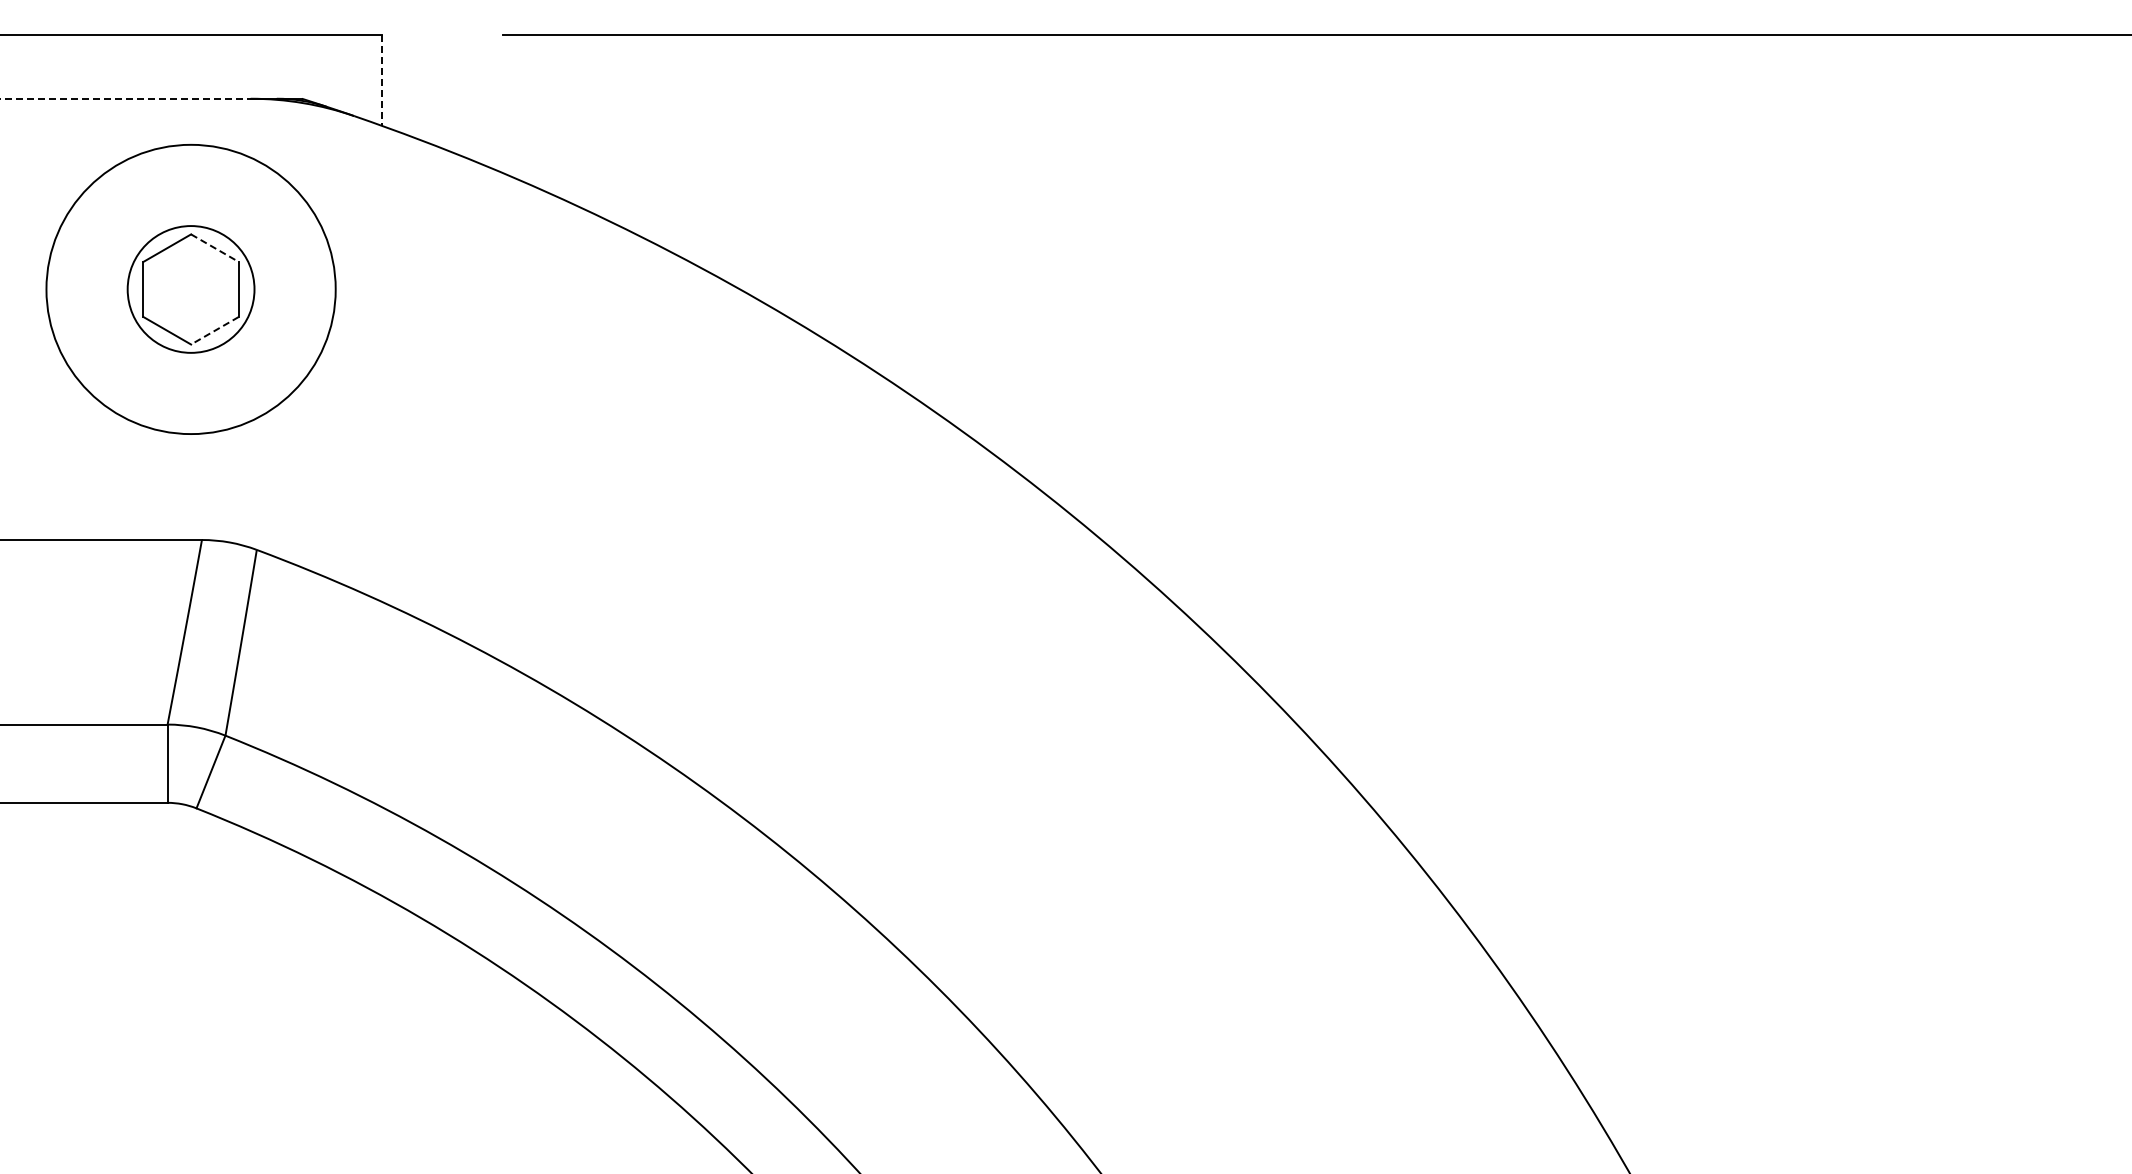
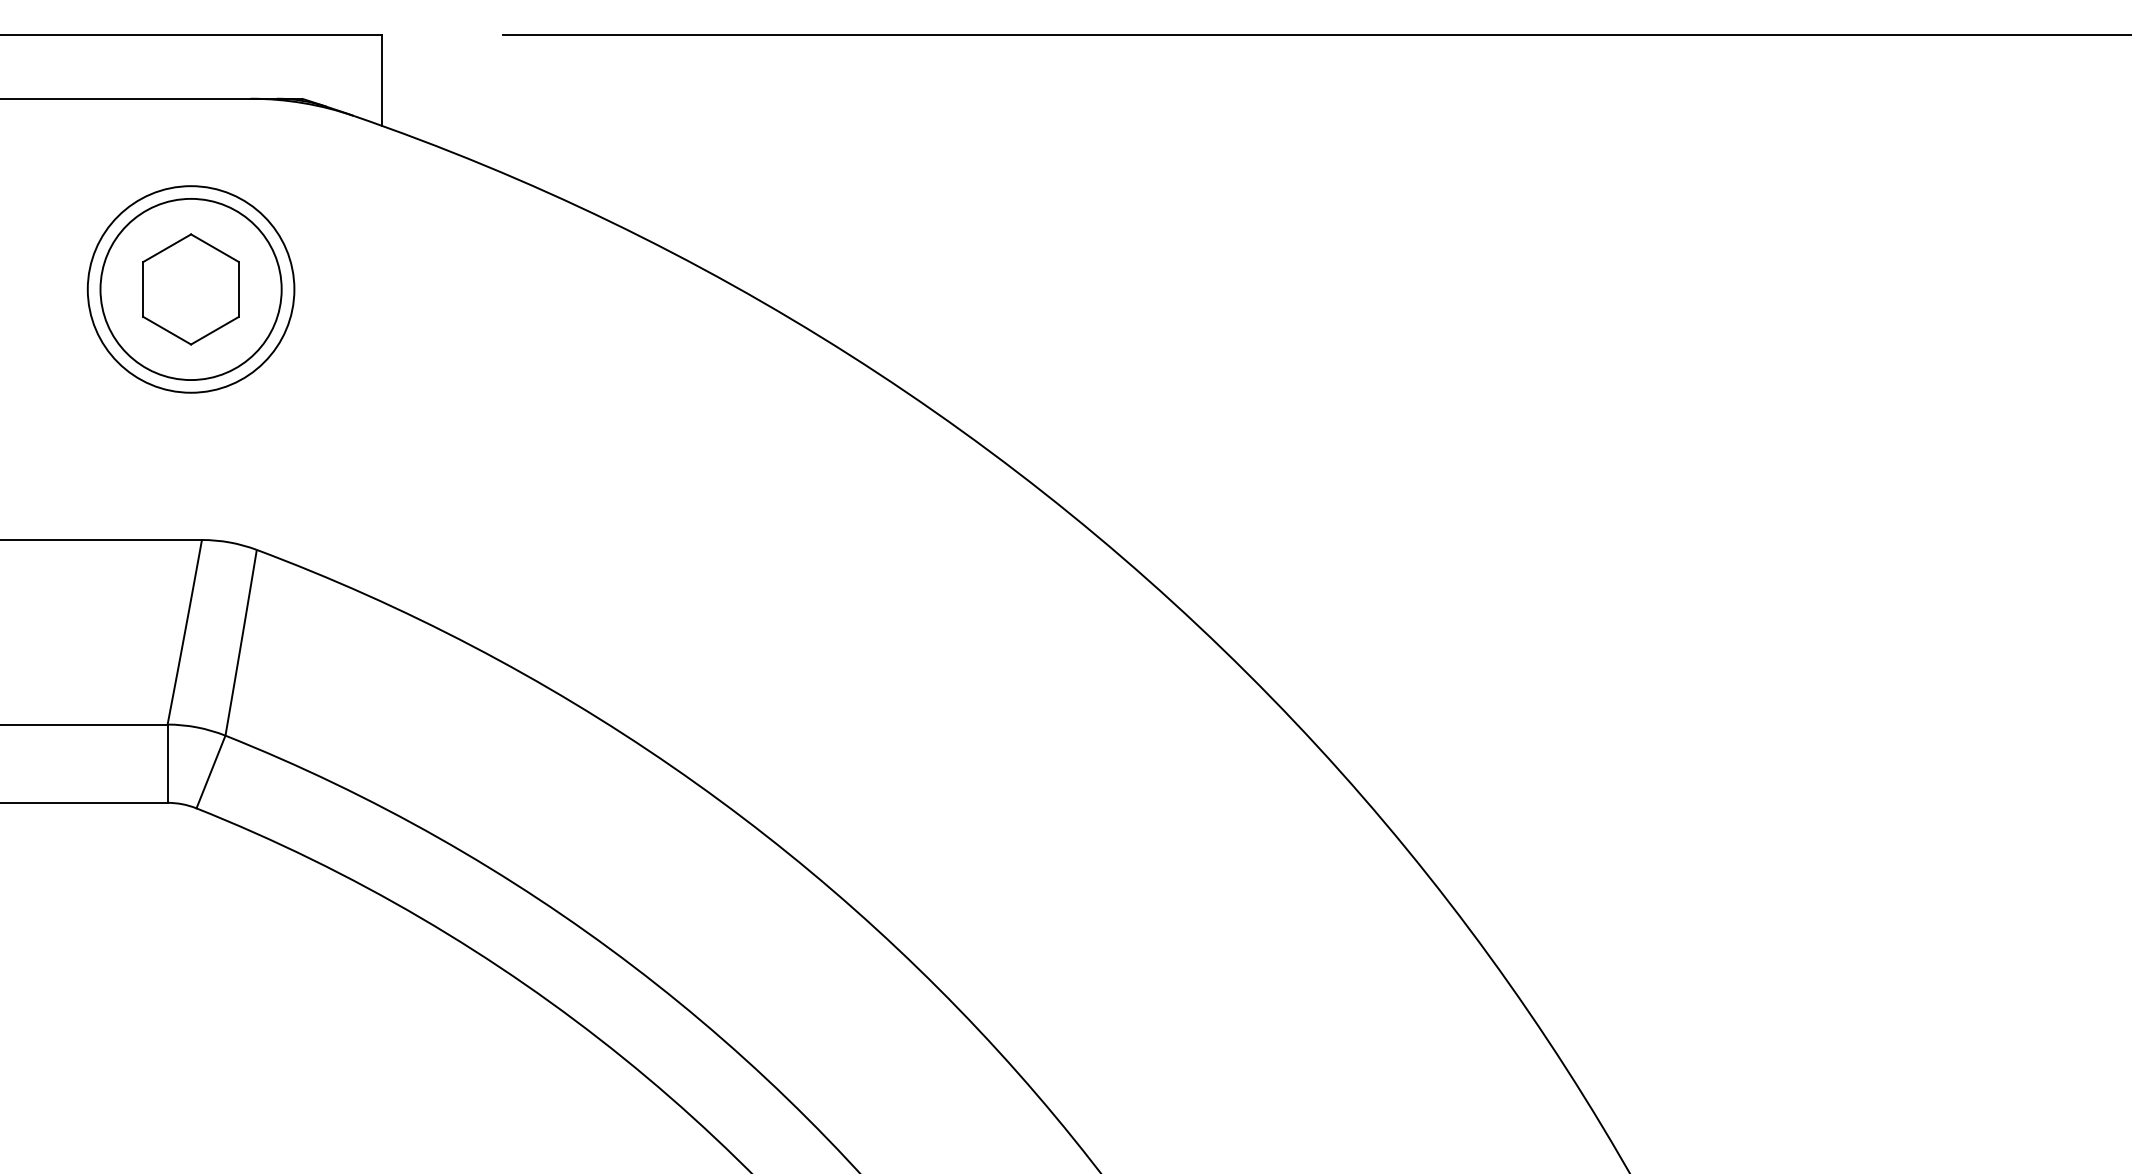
line at (381, 80): dashed -> solid
line at (125, 98): dashed -> solid
line at (214, 248): dashed -> solid
circle at (190, 289) diameter: 127 px -> 181 px
circle at (190, 289) diameter: 289 px -> 207 px
line at (214, 330): dashed -> solid
